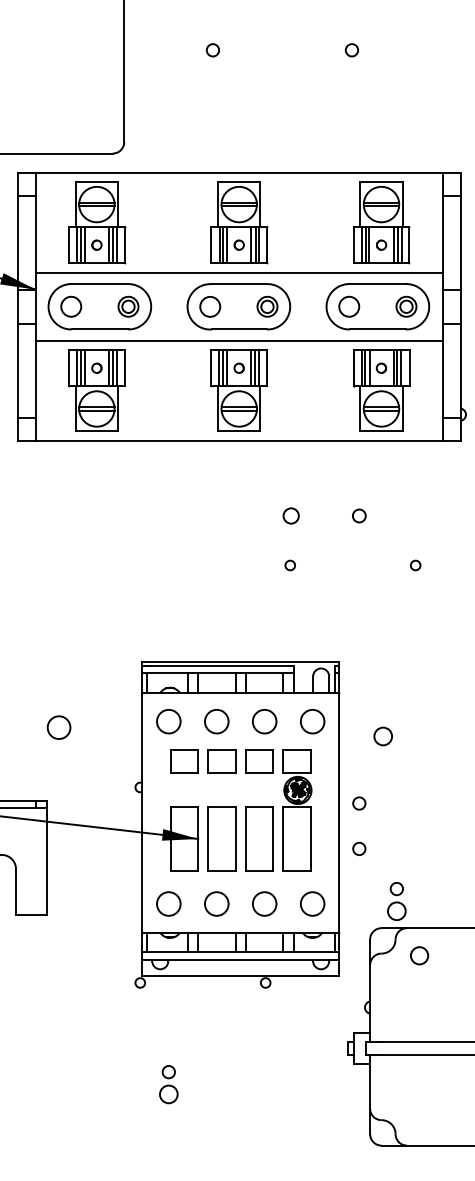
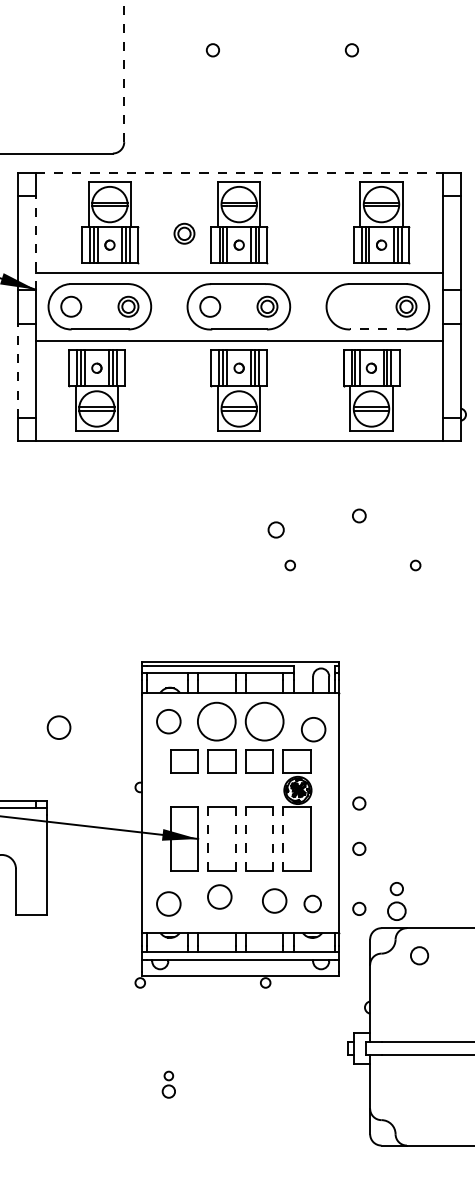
line at (124, 71): solid -> dashed
line at (239, 172): solid -> dashed
part at (97, 222) position: (97, 222) -> (110, 222)
part at (184, 233): none -> present
line at (35, 242): solid -> dashed
circle at (349, 306): present -> none
line at (377, 329): solid -> dashed
line at (17, 370): solid -> dashed
part at (381, 390) position: (381, 390) -> (371, 390)
circle at (290, 515) position: (290, 515) -> (275, 529)
circle at (216, 721) diameter: 24 px -> 38 px
circle at (264, 721) diameter: 24 px -> 38 px
circle at (312, 721) position: (312, 721) -> (313, 729)
circle at (382, 736): present -> none
line at (208, 838): solid -> dashed
line at (235, 838): solid -> dashed
line at (245, 838): solid -> dashed
line at (273, 838): solid -> dashed
line at (283, 838): solid -> dashed
circle at (216, 903) position: (216, 903) -> (219, 896)
circle at (264, 903) position: (264, 903) -> (274, 900)
circle at (312, 903) size: 26x26 px -> 19x20 px
circle at (359, 908): none -> present
part at (168, 1084) size: 20x40 px -> 15x29 px
